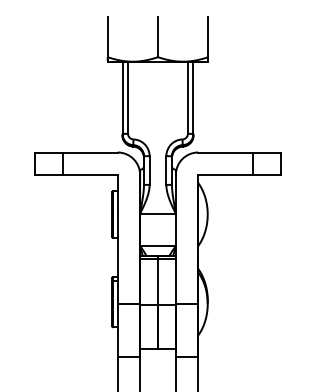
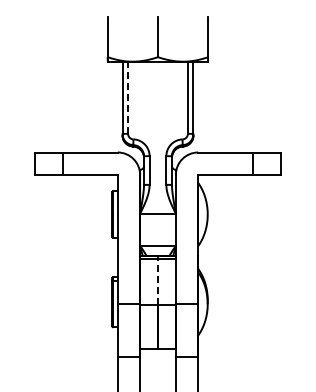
line at (128, 97): solid -> dashed
line at (158, 282): solid -> dashed
